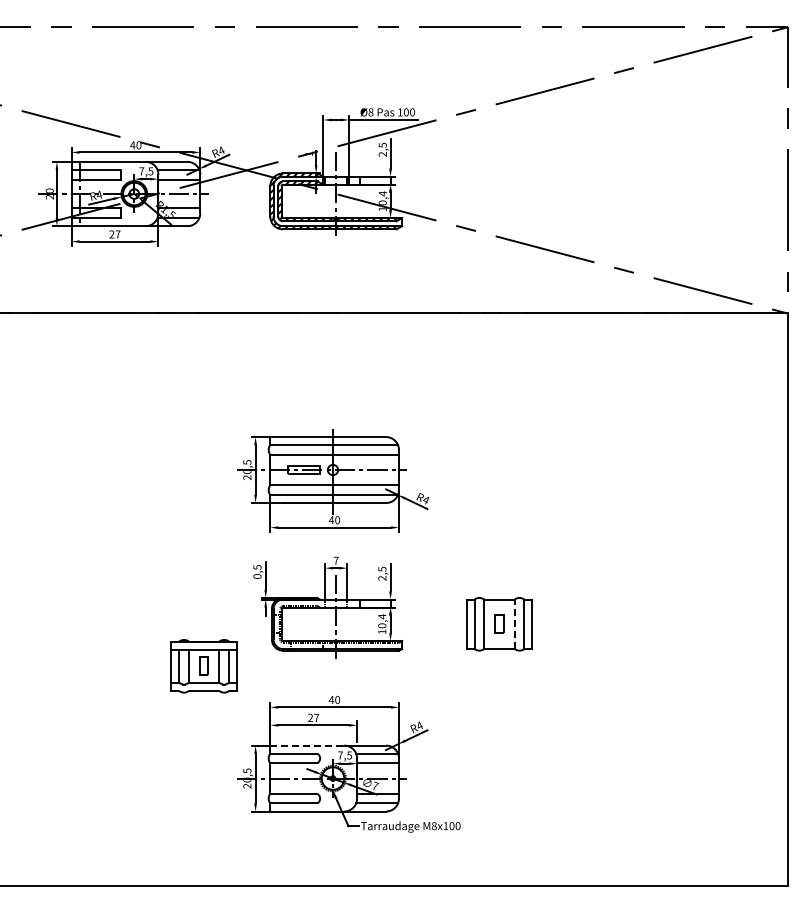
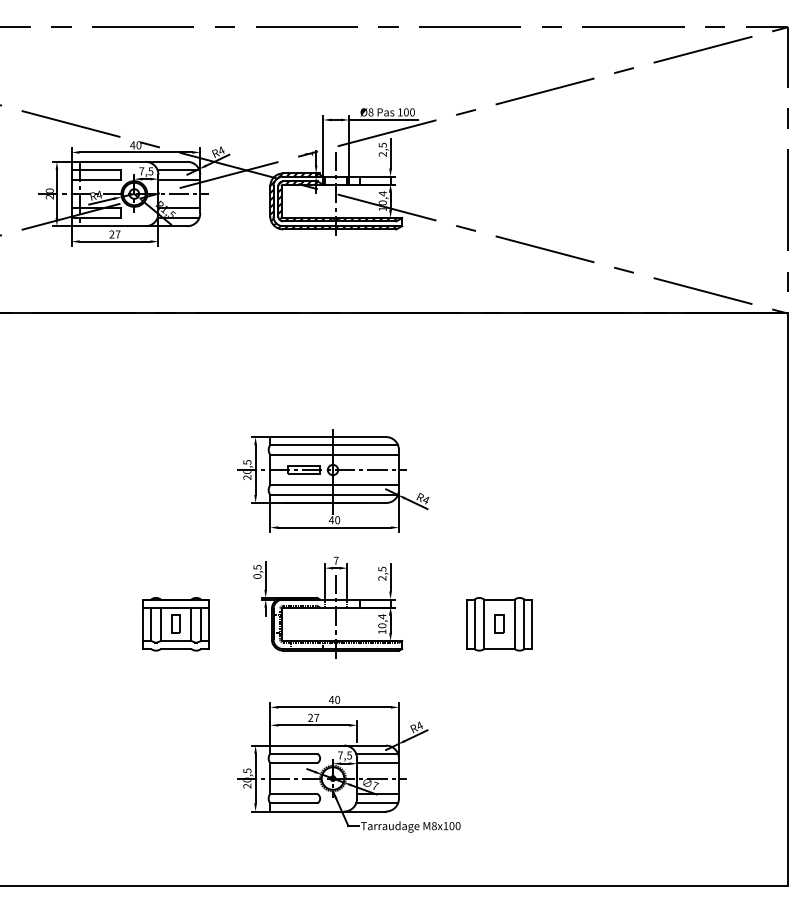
line at (514, 624): dashed -> solid
part at (203, 666) position: (203, 666) -> (175, 624)
line at (307, 745): dashed -> solid
